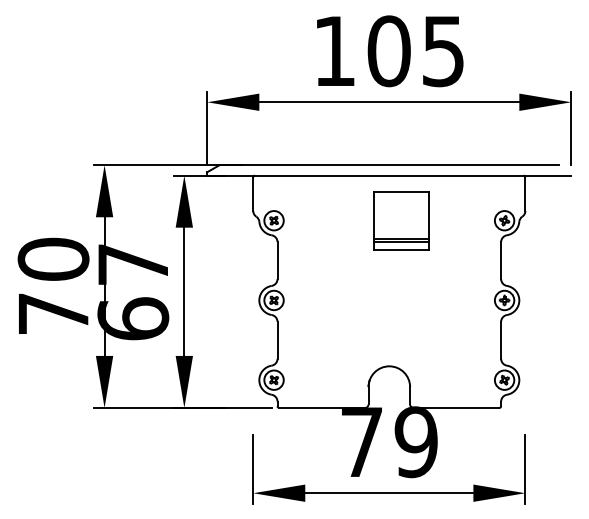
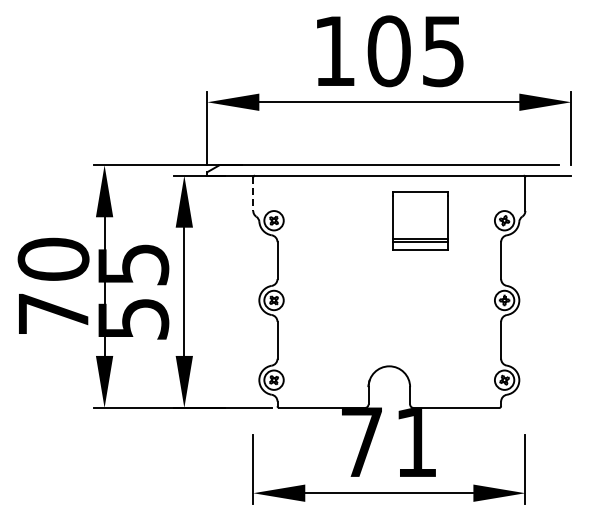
line at (253, 194): solid -> dashed
part at (401, 220) position: (401, 220) -> (420, 220)
text at (133, 292): 67 -> 55
text at (415, 442): 79 -> 71
